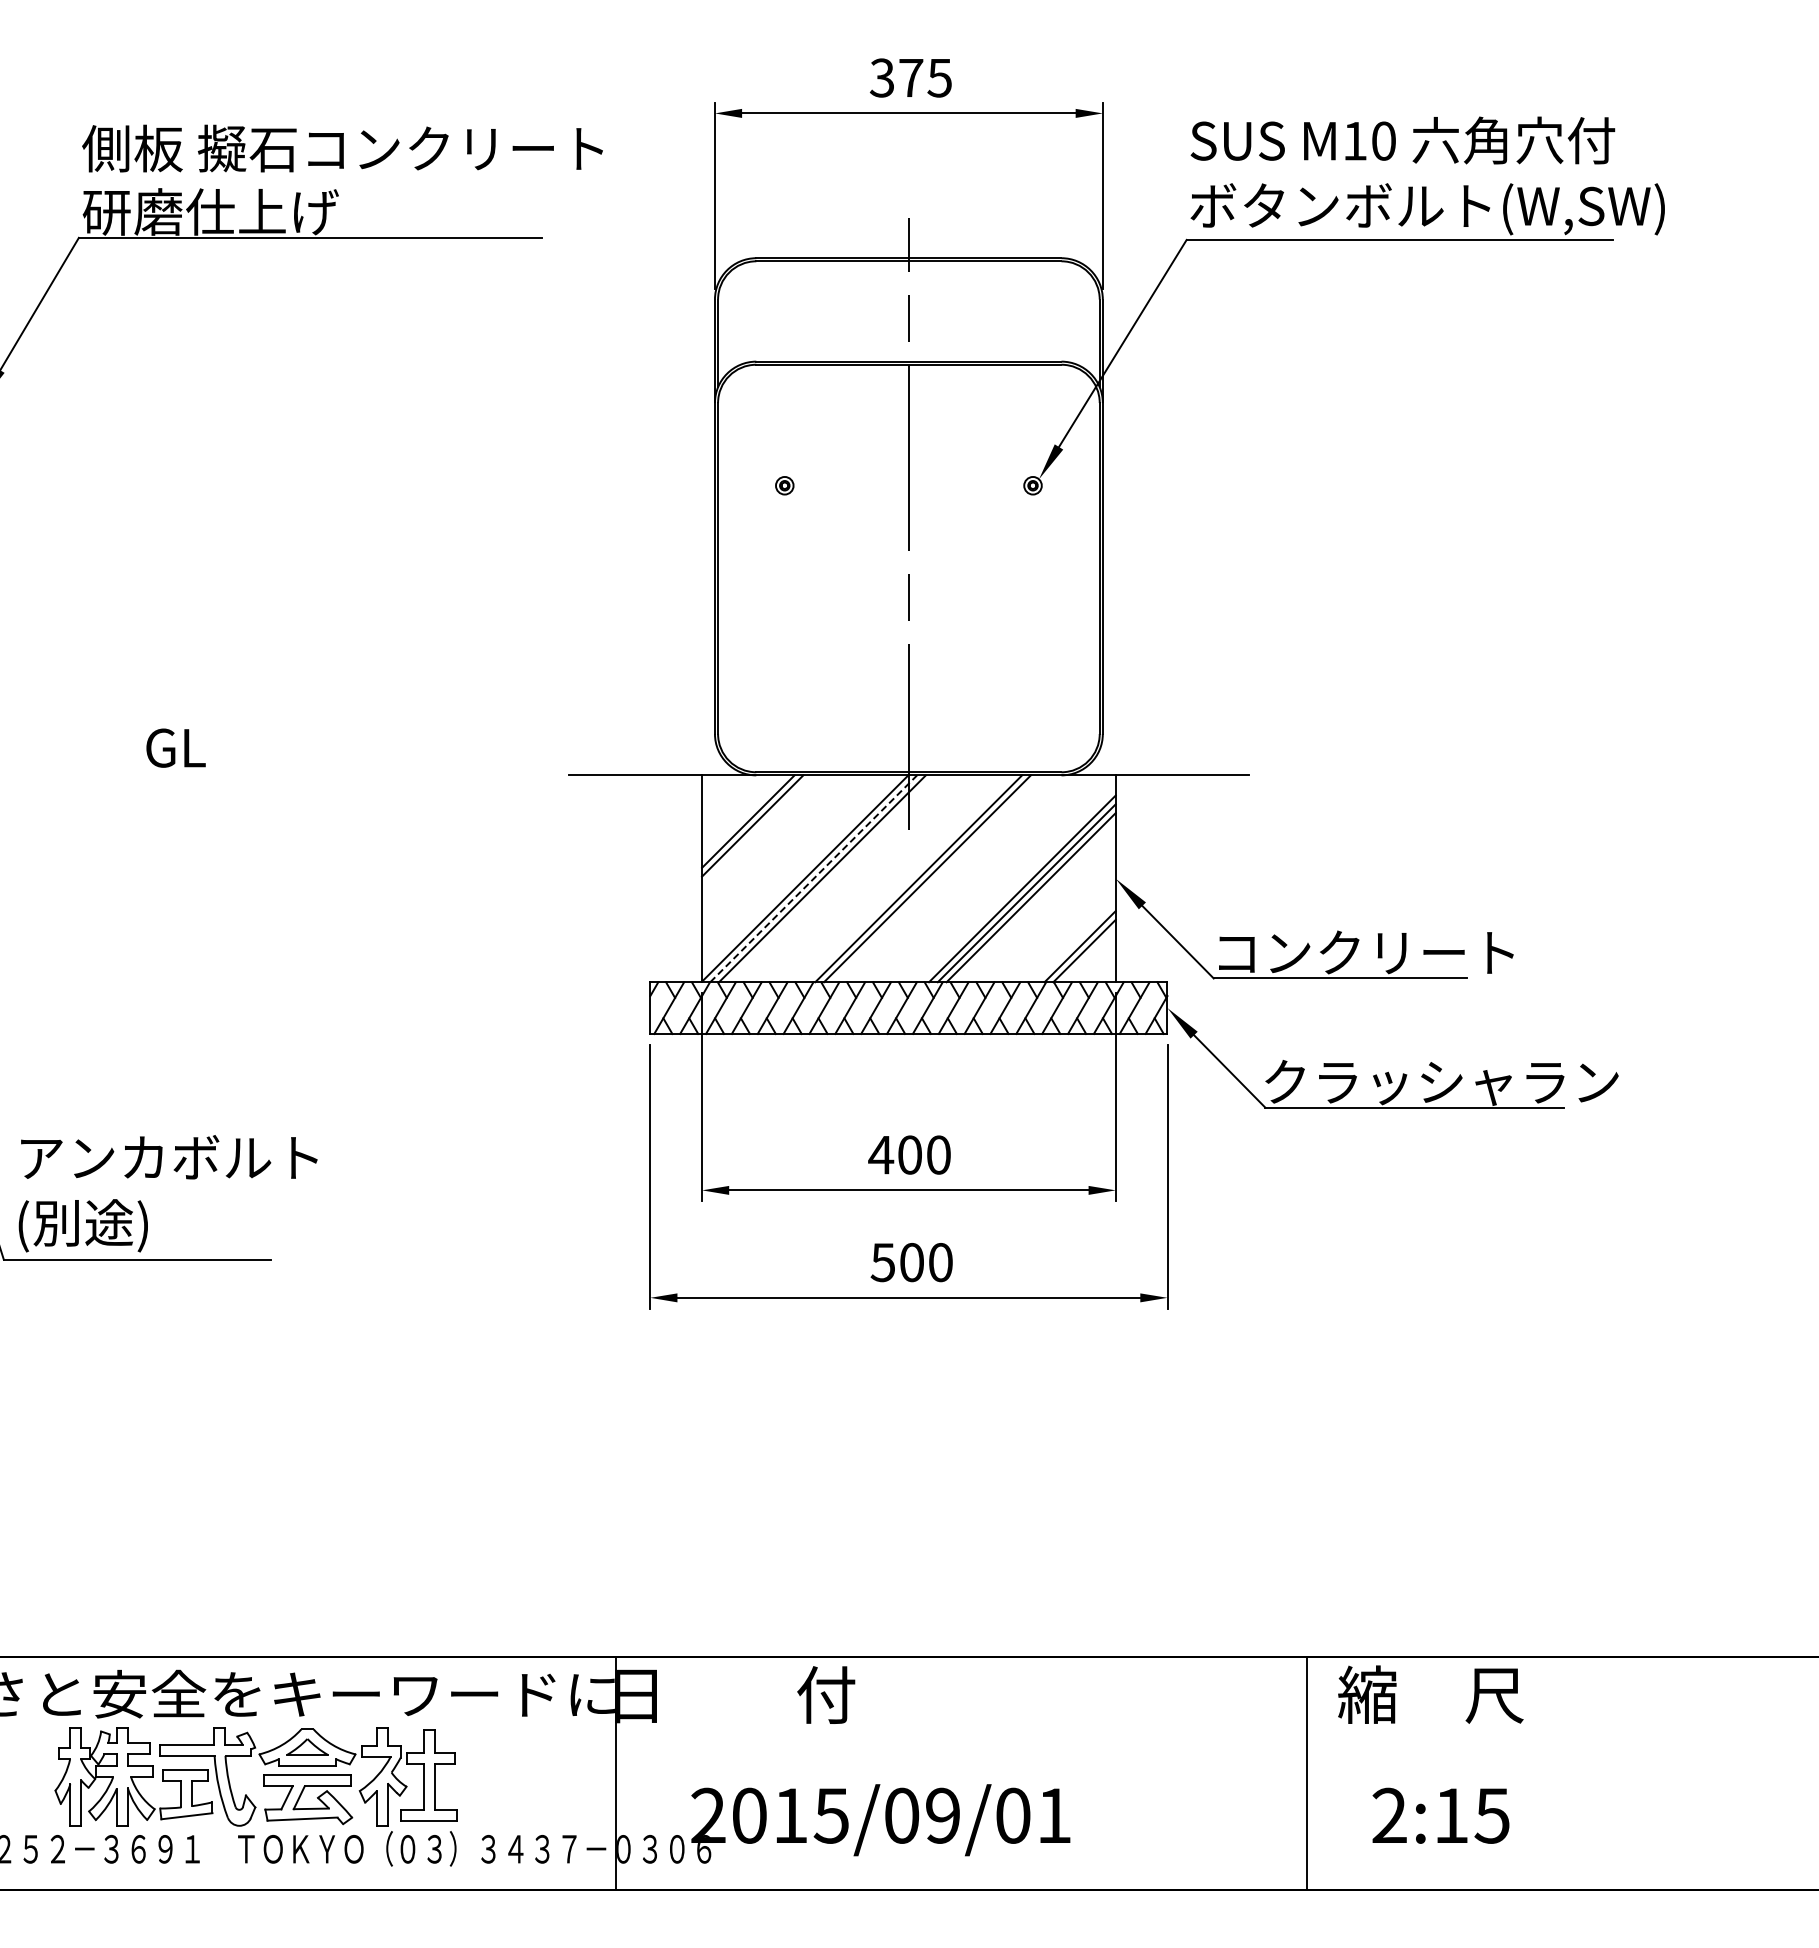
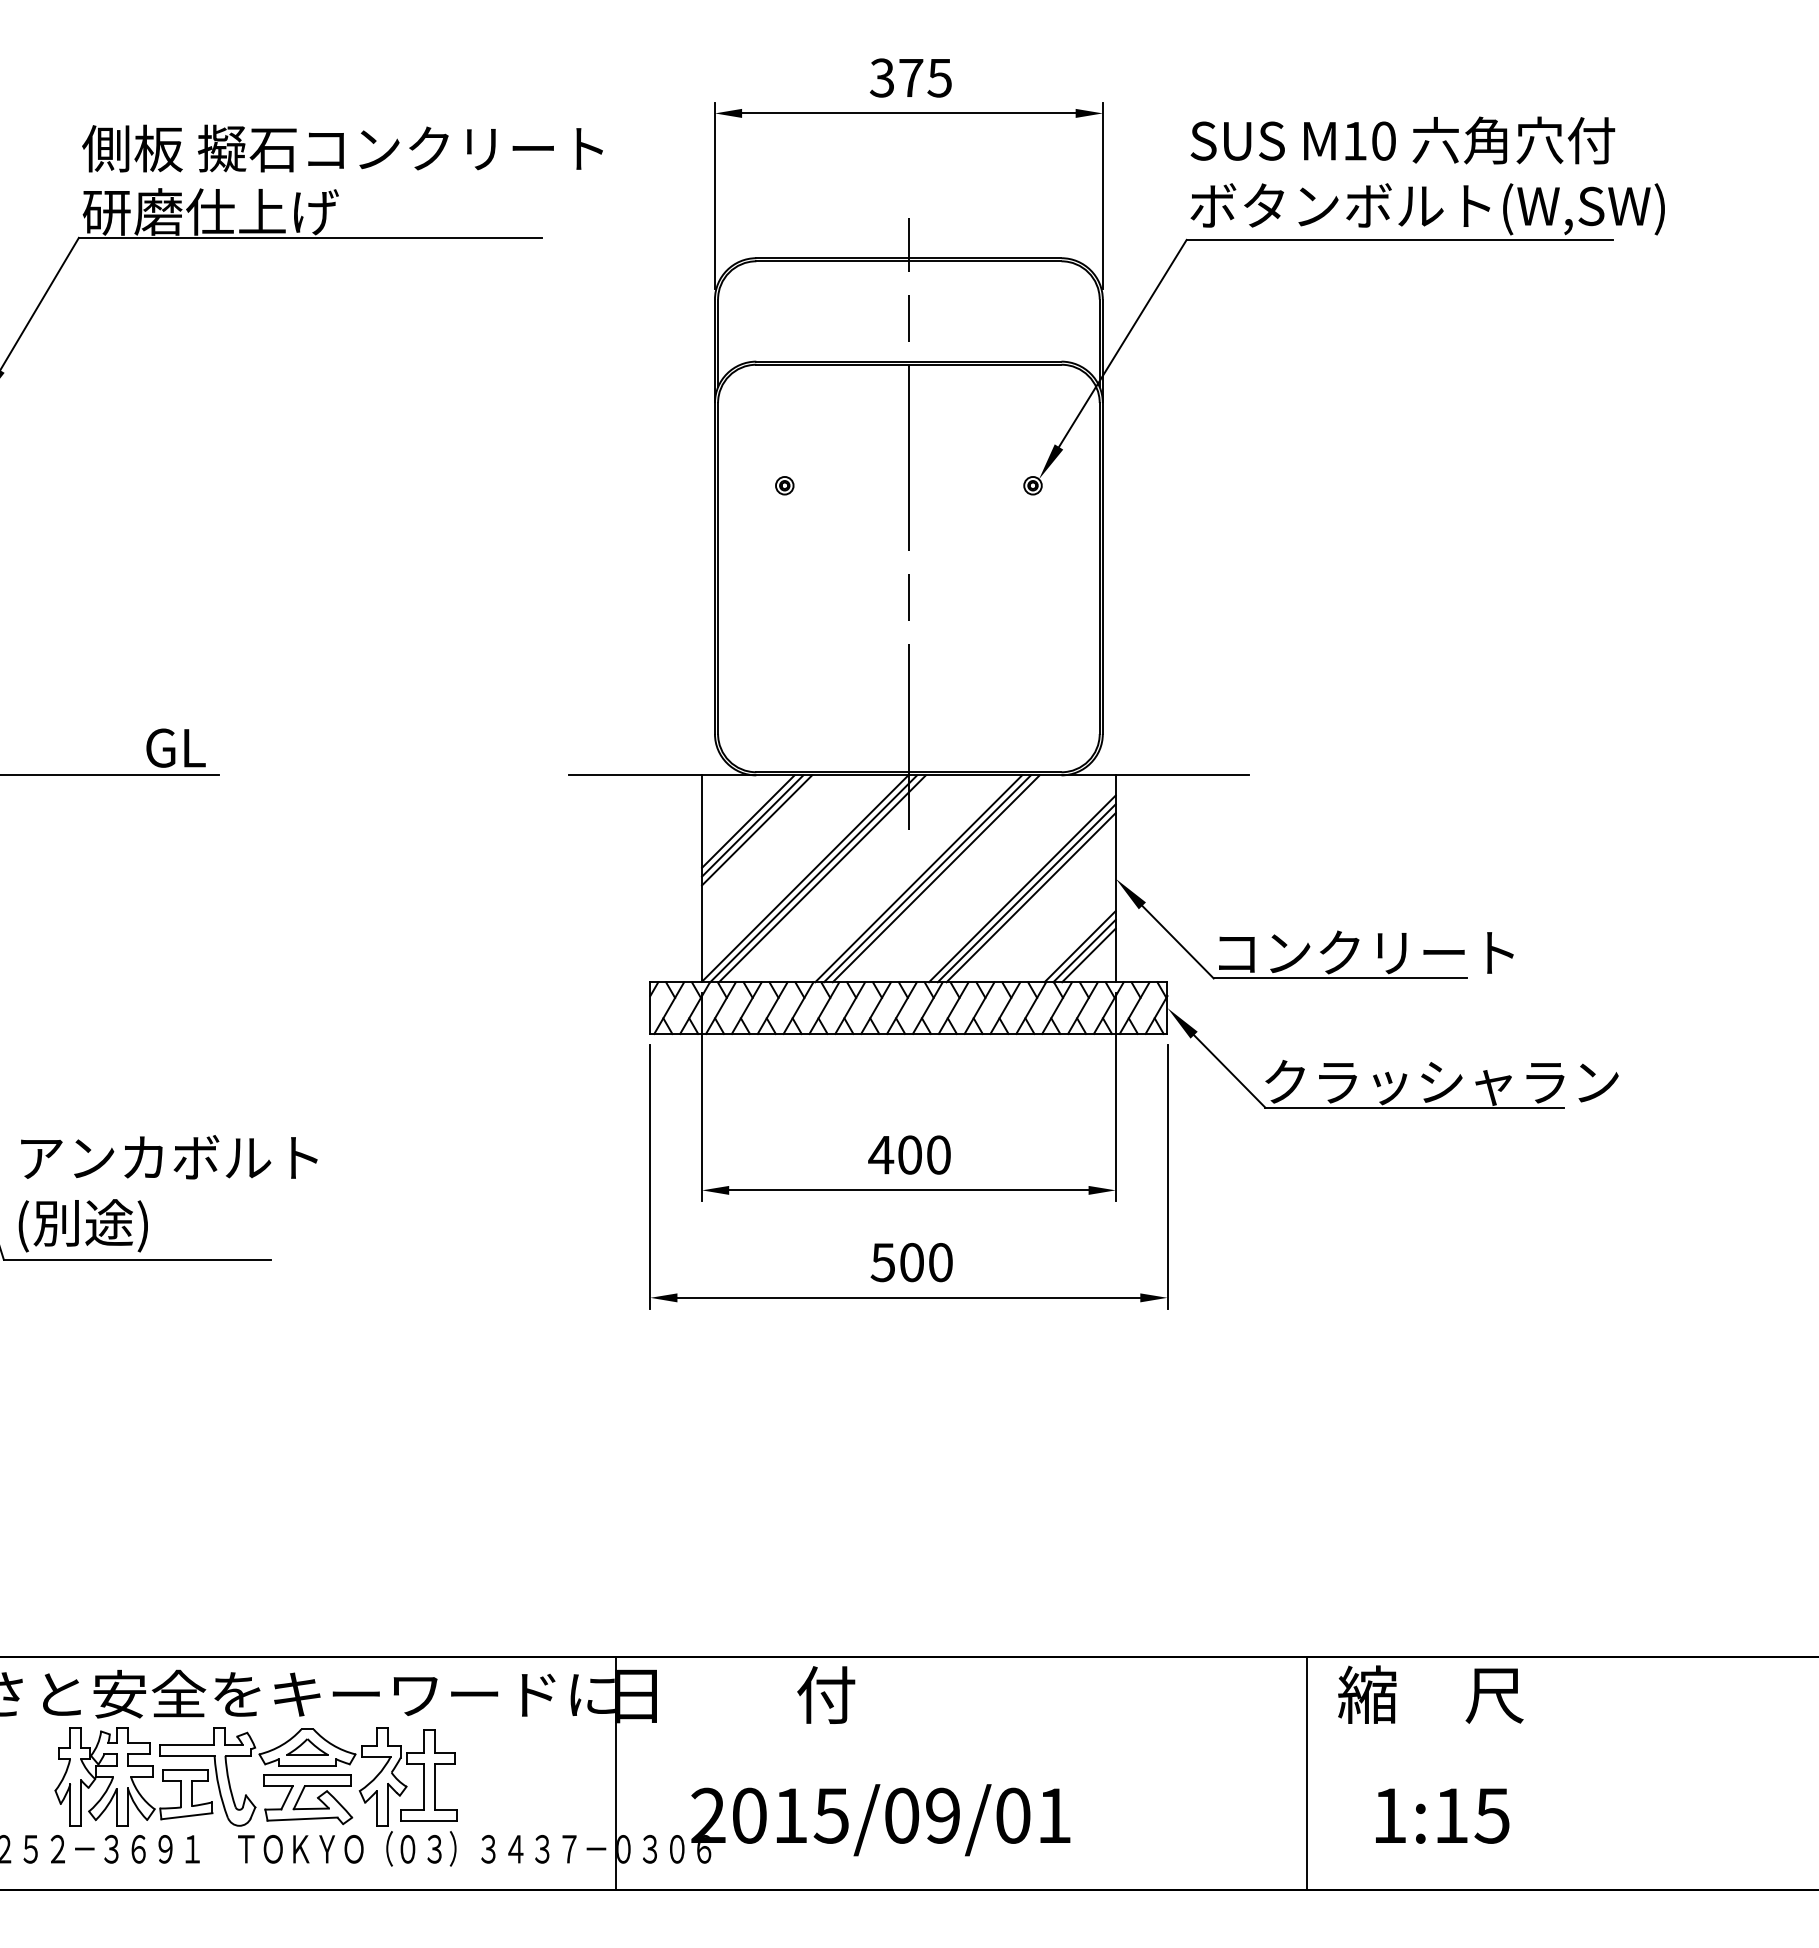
line at (110, 775): none -> present
line at (757, 830): none -> present
line at (814, 878): dashed -> solid
line at (935, 878): none -> present
line at (1088, 955): none -> present
text at (1389, 1814): 2:15 -> 1:15
